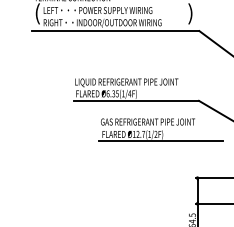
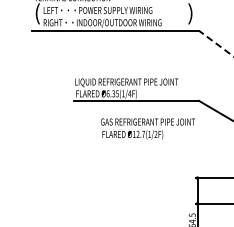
line at (216, 43): solid -> dashed
line at (160, 141): present -> none
